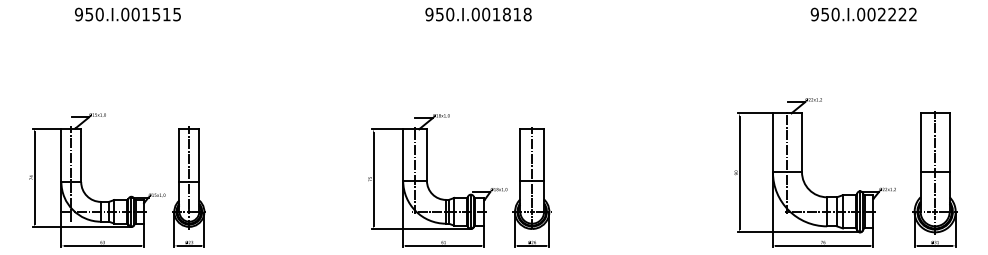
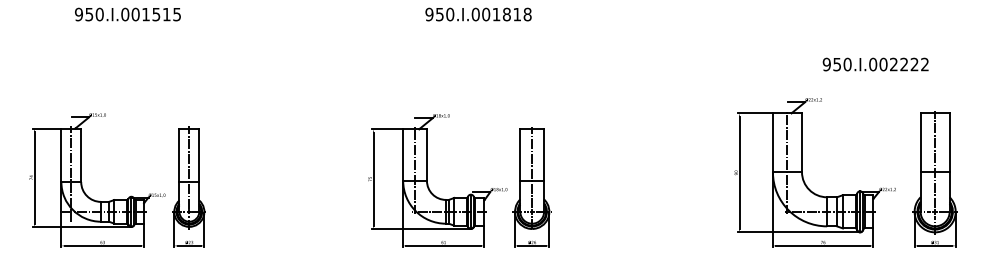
text at (863, 14) position: (863, 14) -> (875, 64)
